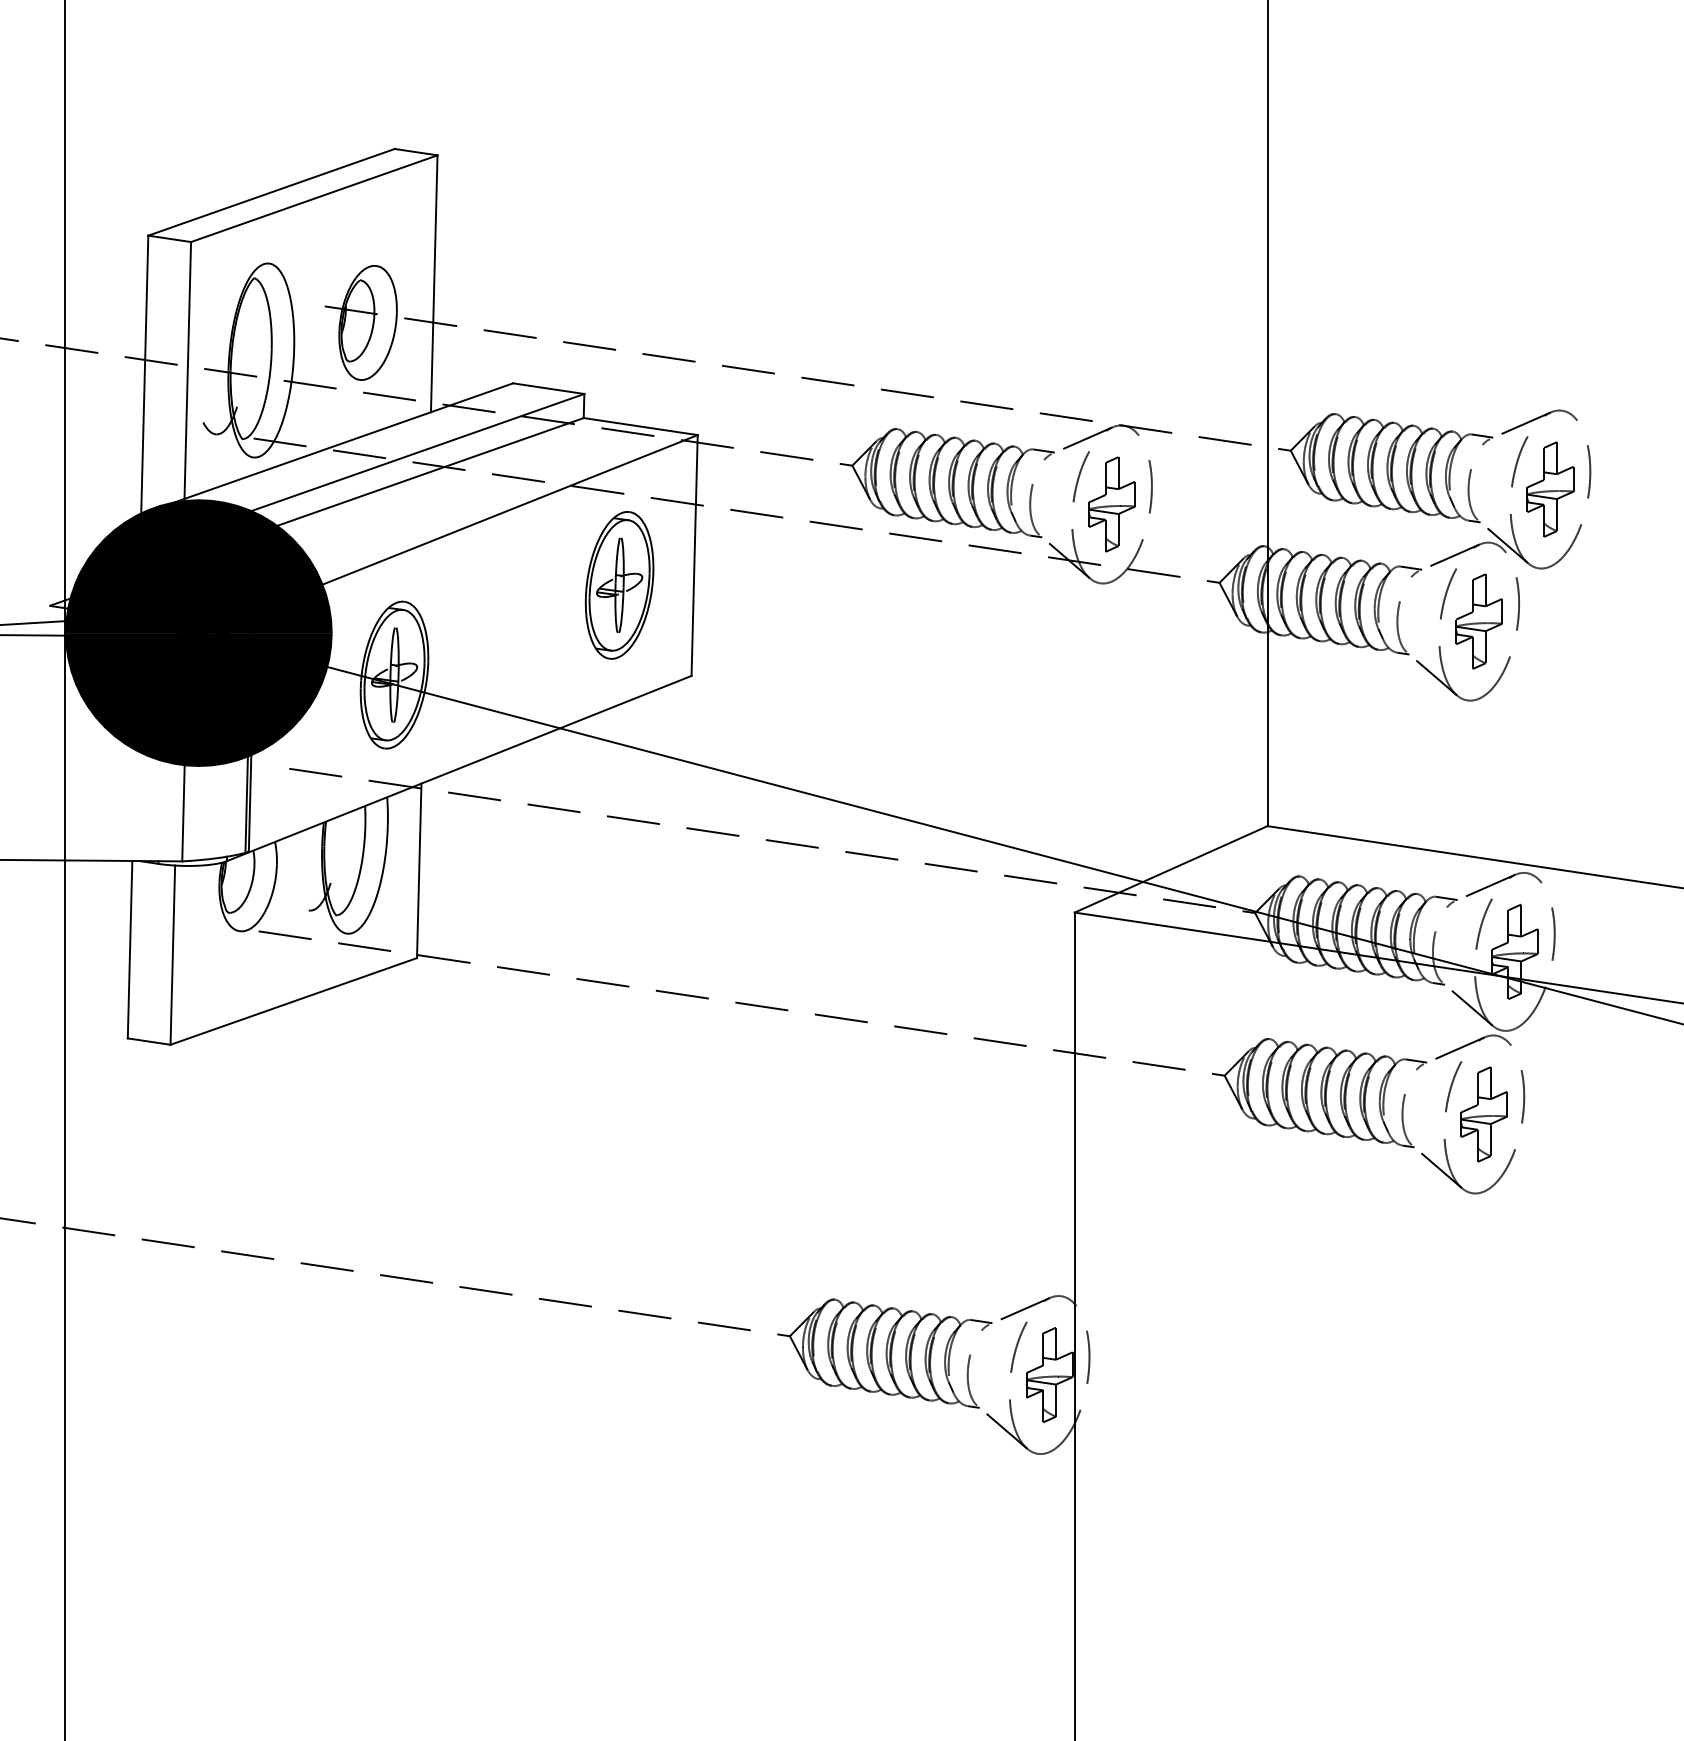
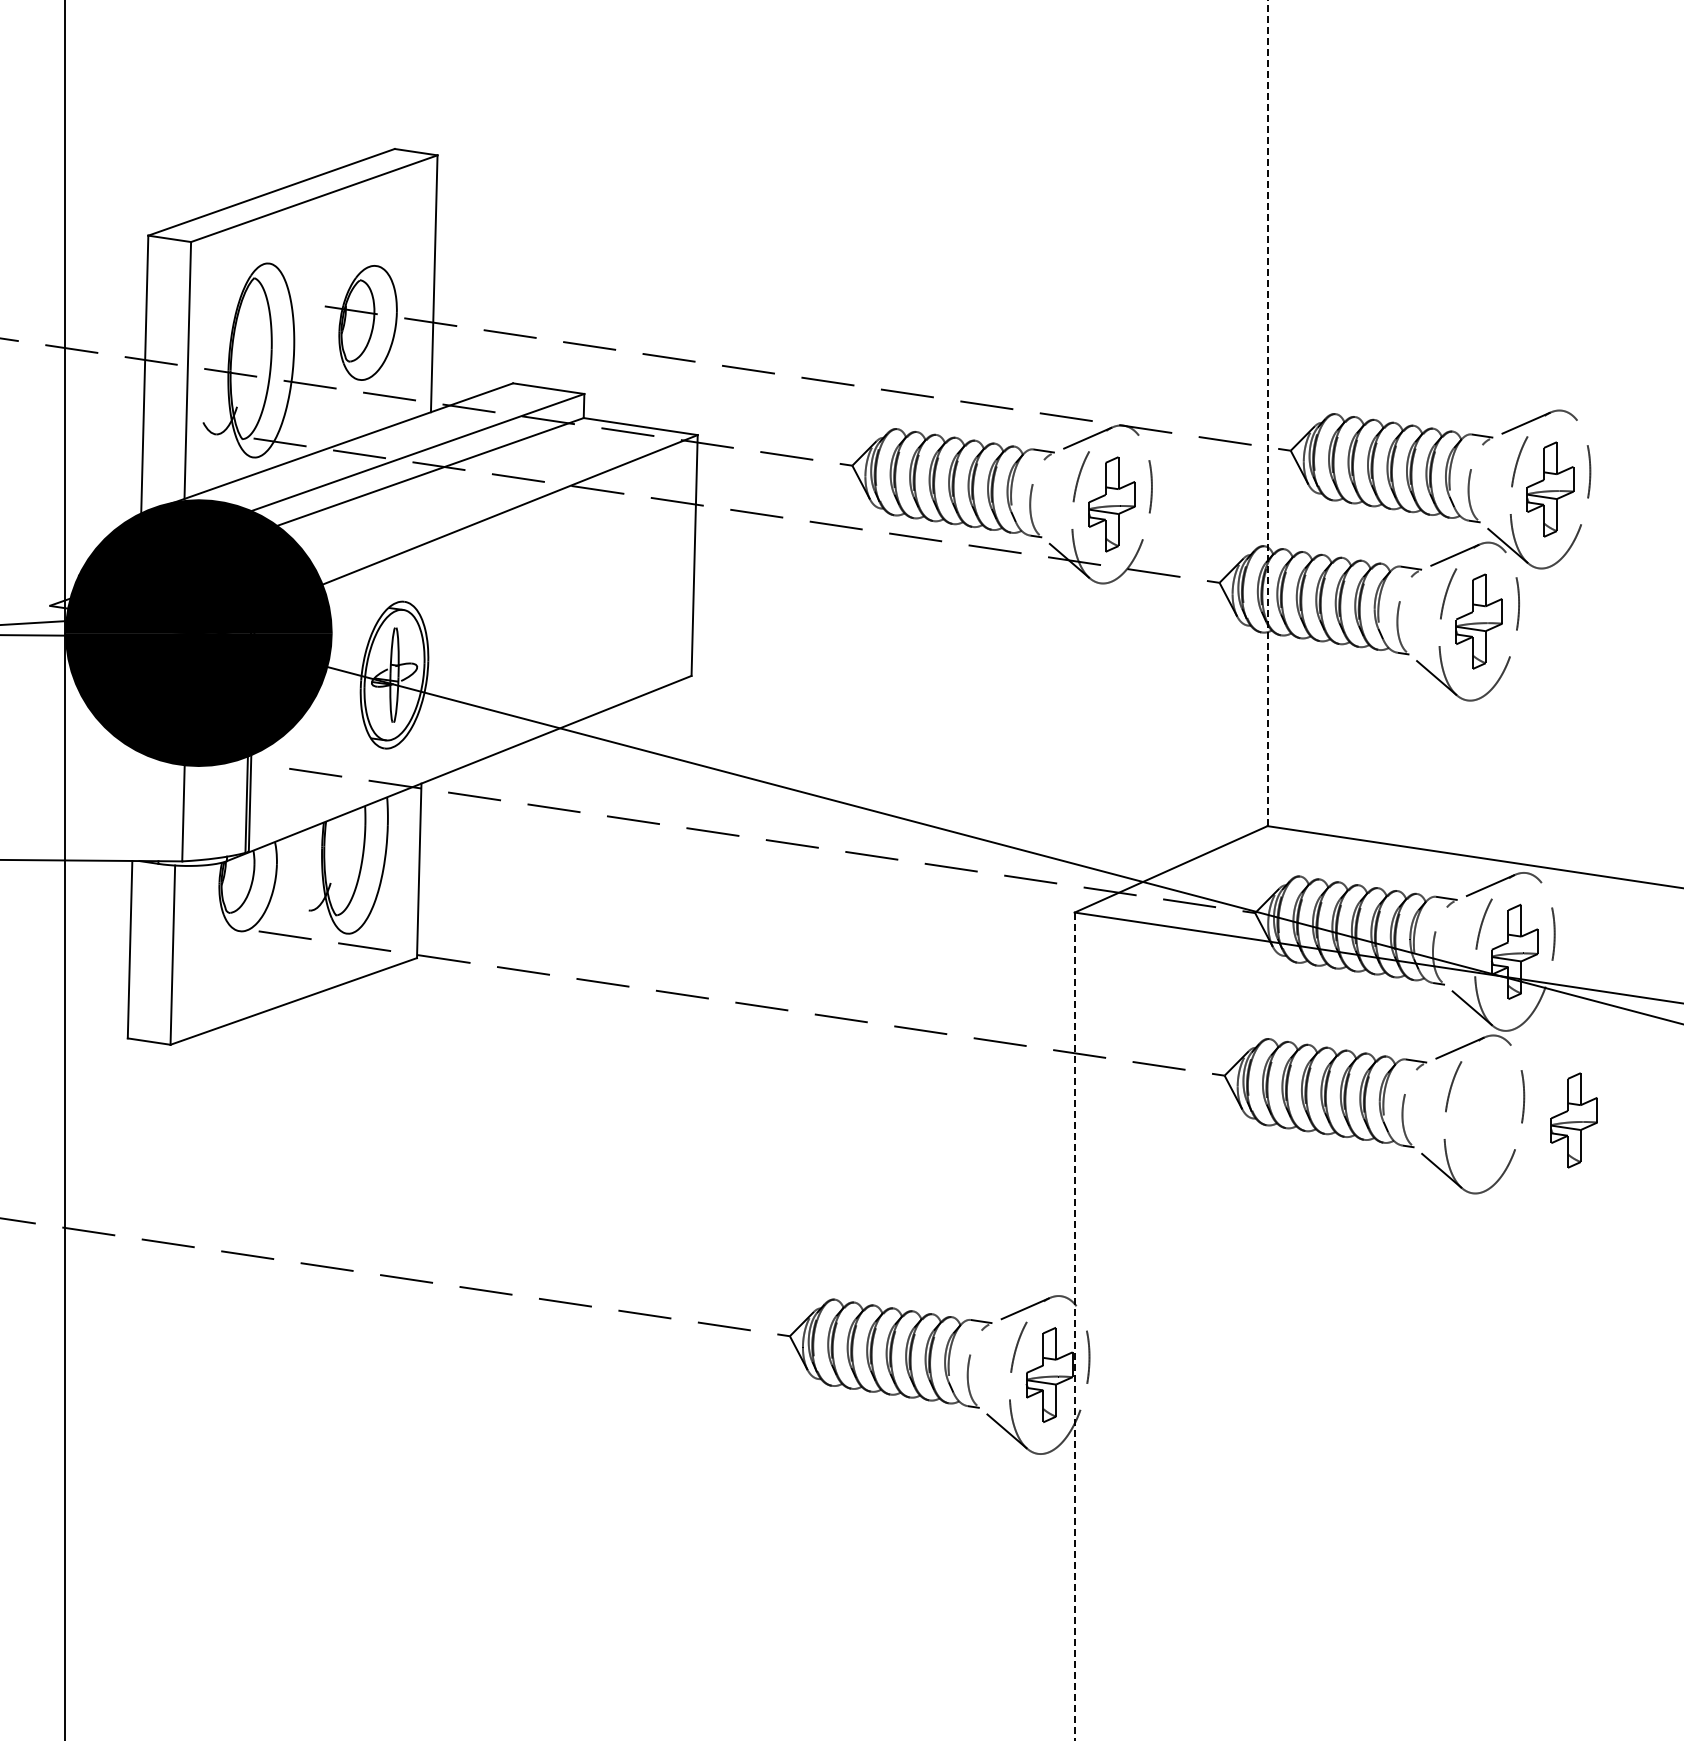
line at (1267, 413): solid -> dashed
part at (619, 585): present -> none
part at (1483, 1114) position: (1483, 1114) -> (1573, 1120)
line at (1074, 1326): solid -> dashed
